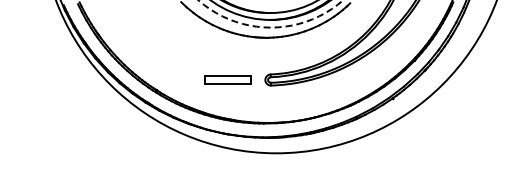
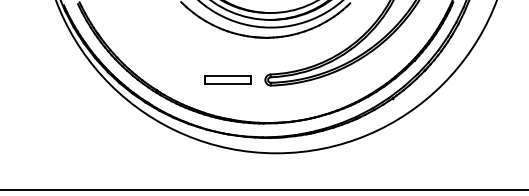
arc at (270, 27): dashed -> solid
line at (263, 189): none -> present
